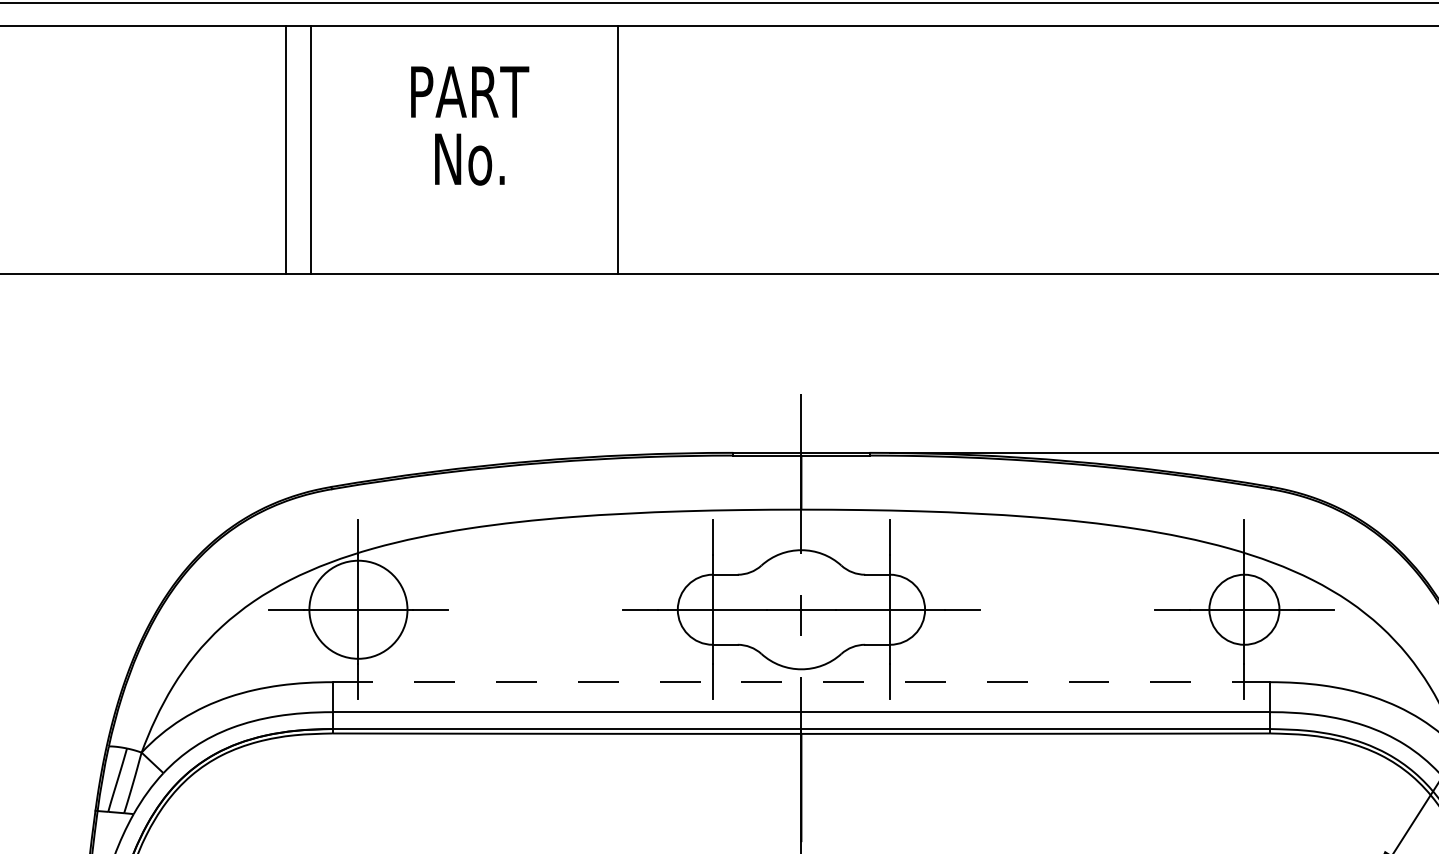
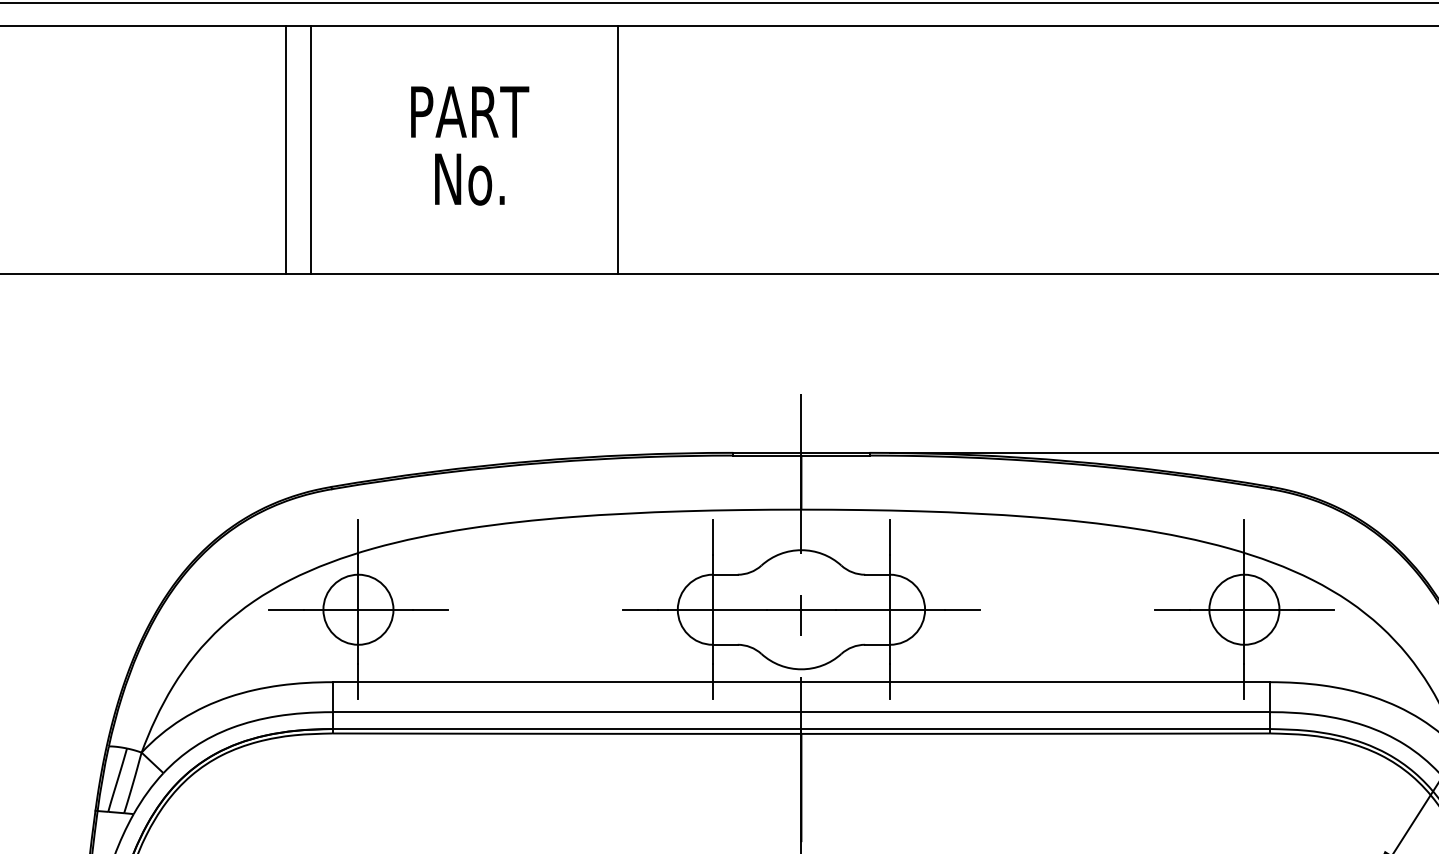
text at (470, 125) position: (470, 125) -> (470, 145)
circle at (358, 609) diameter: 98 px -> 70 px
line at (801, 682): dashed -> solid
